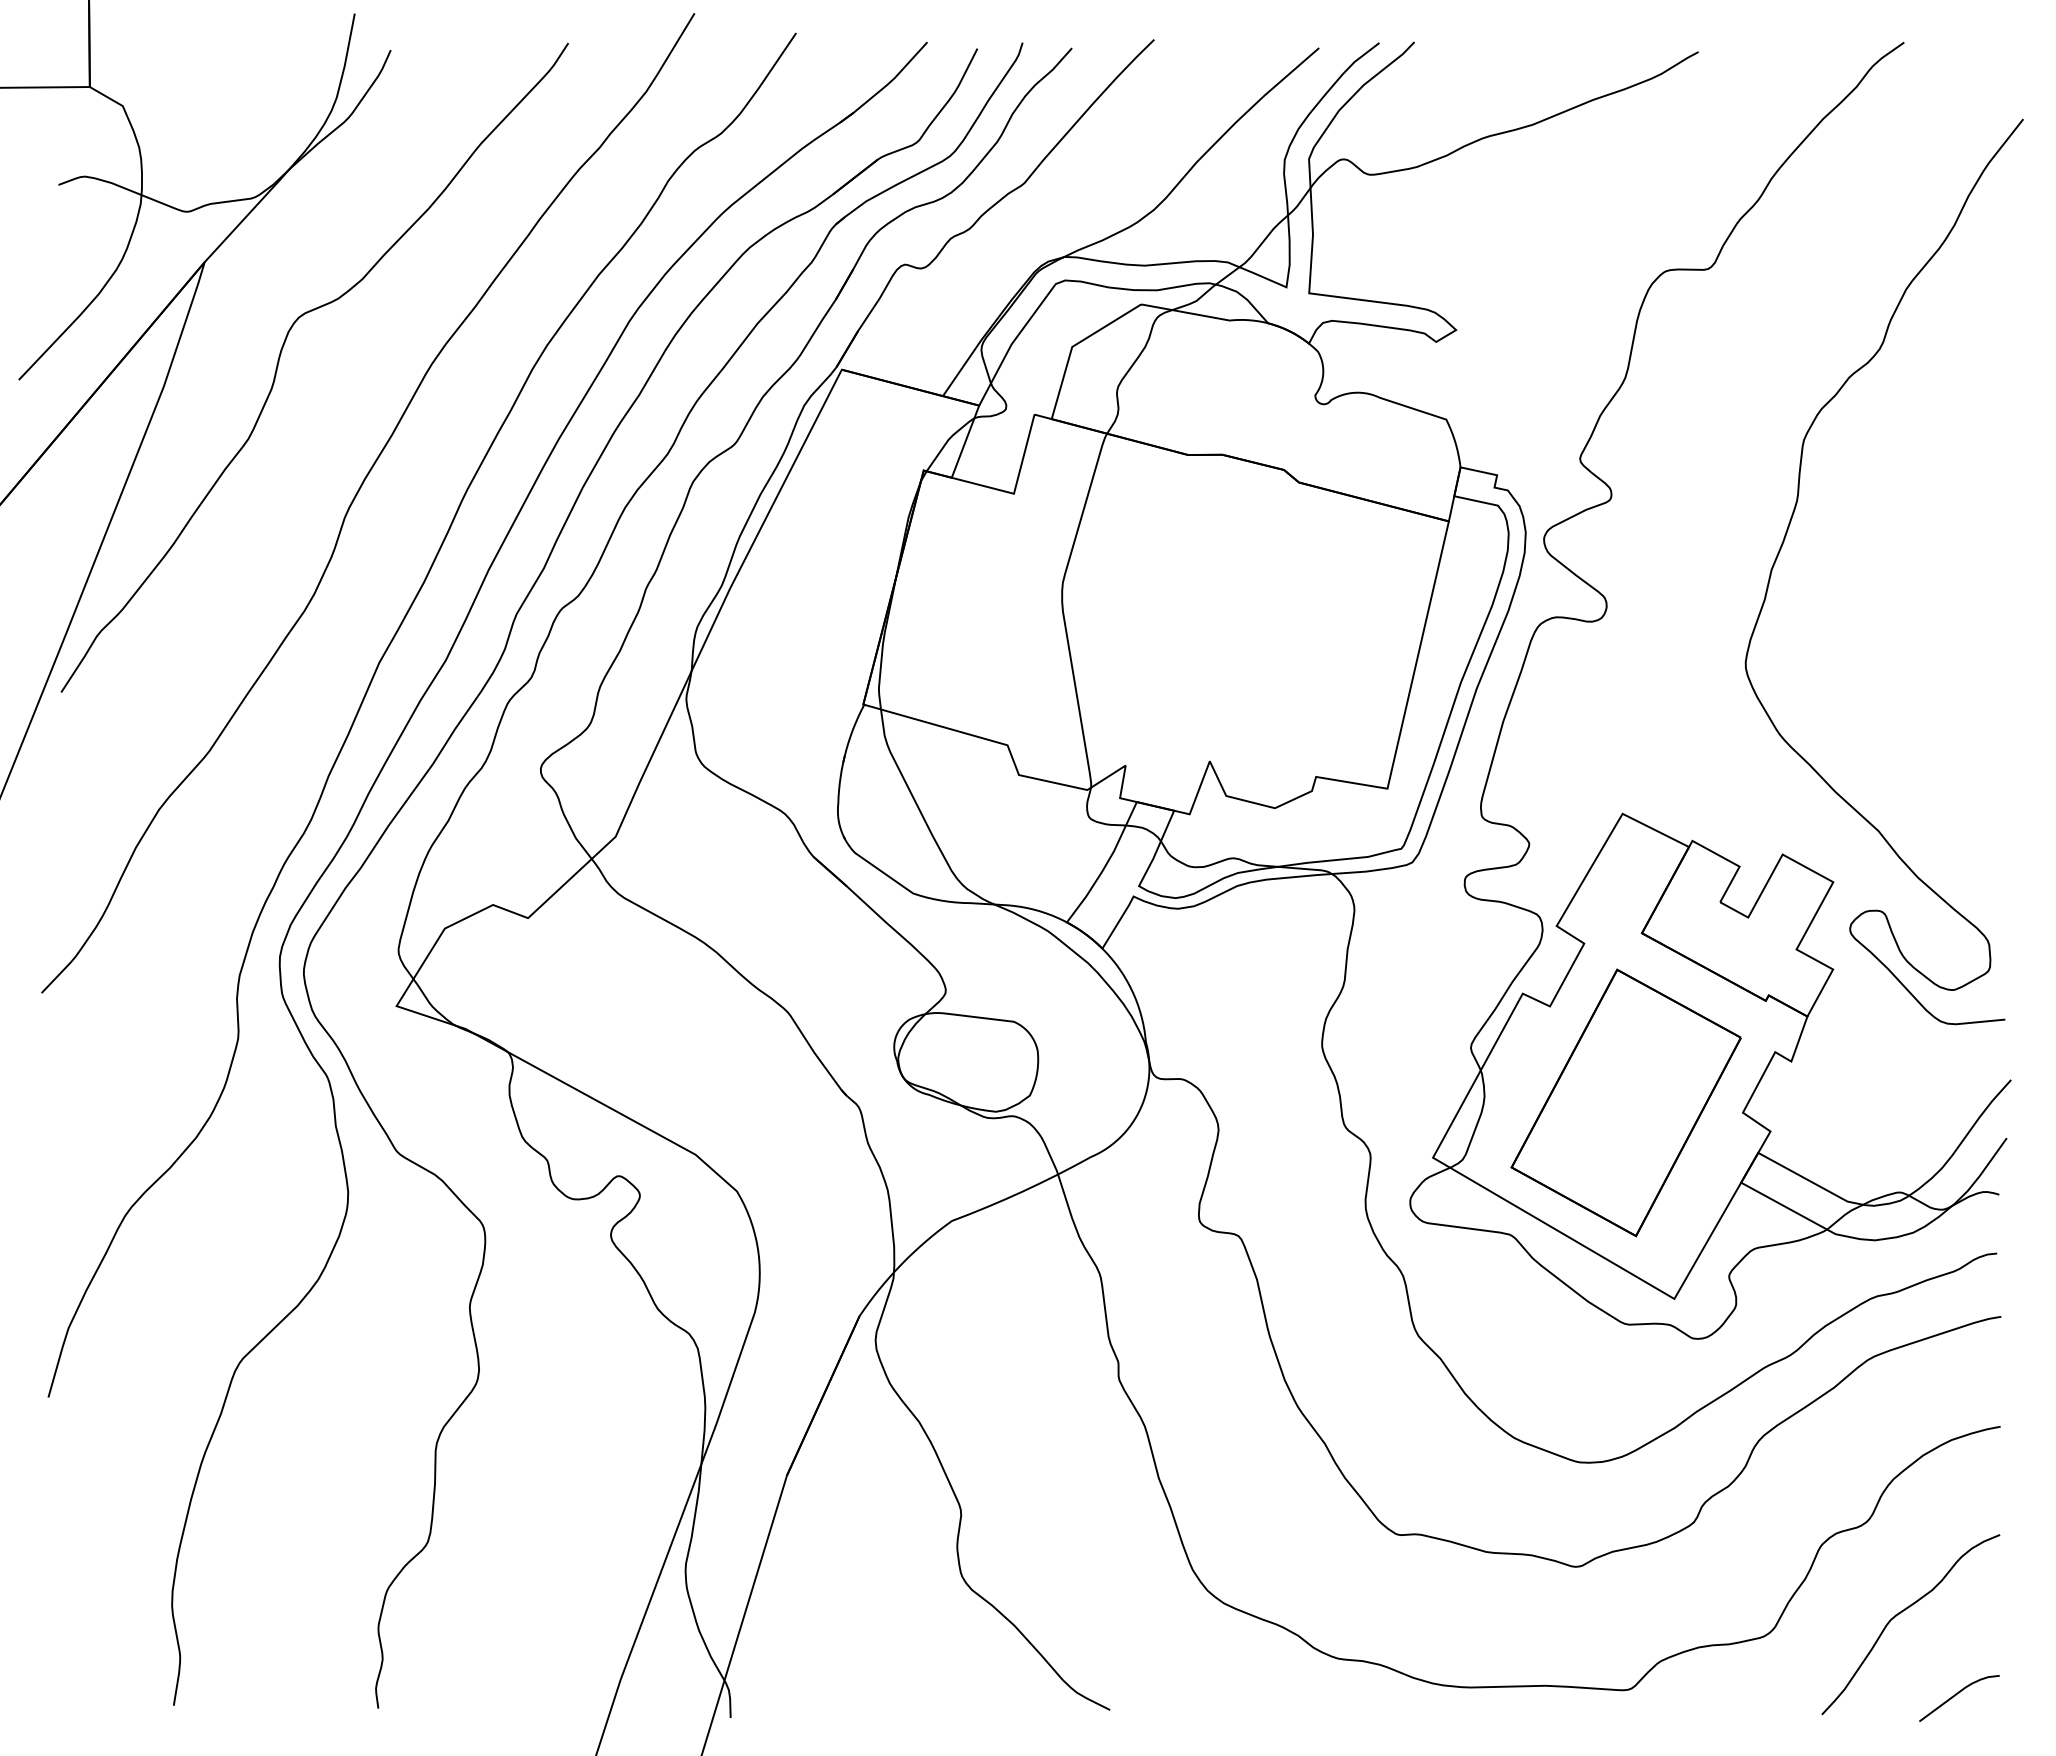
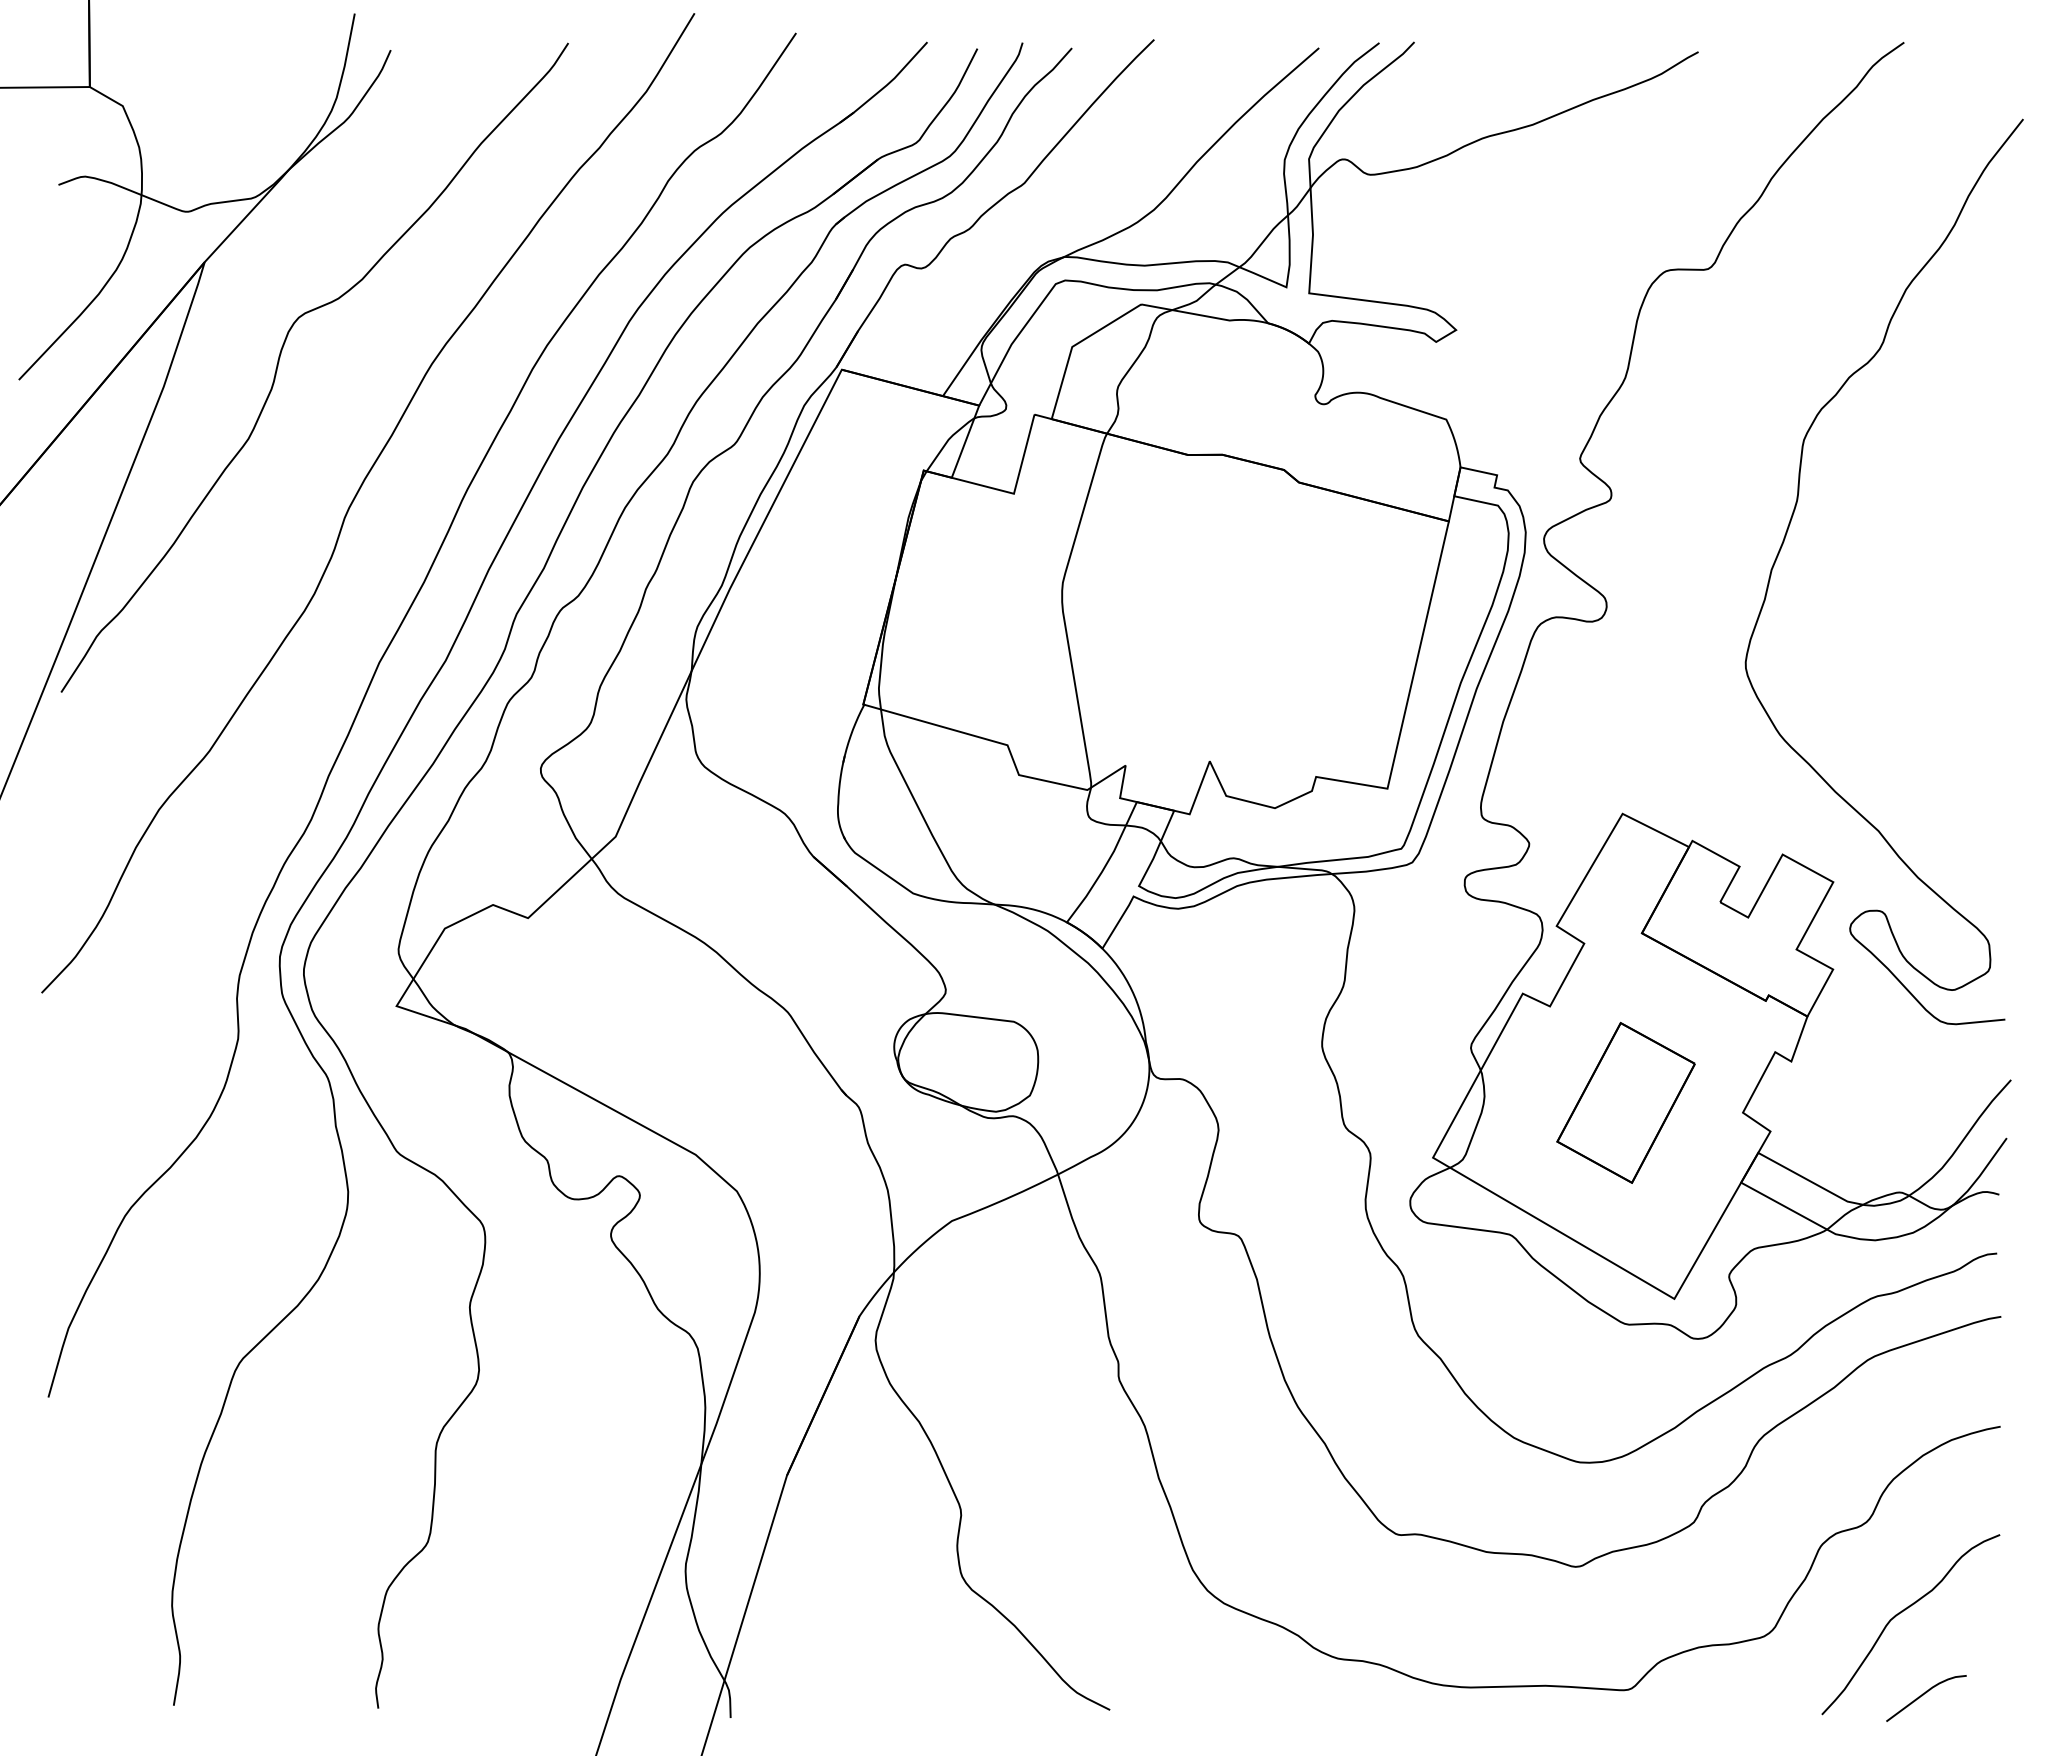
part at (1625, 1102) size: 232x270 px -> 140x162 px
curve at (1956, 1695) position: (1956, 1695) -> (1923, 1695)
